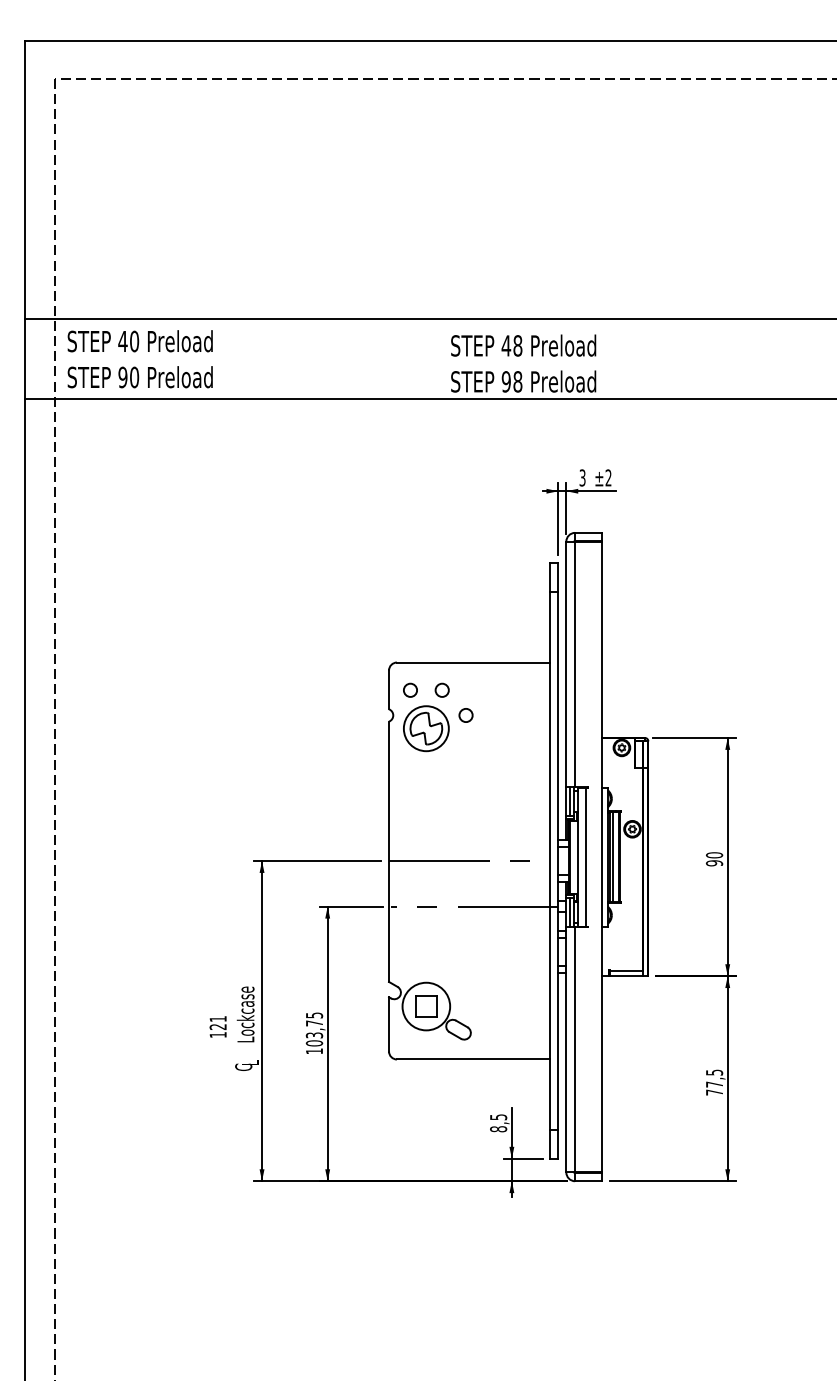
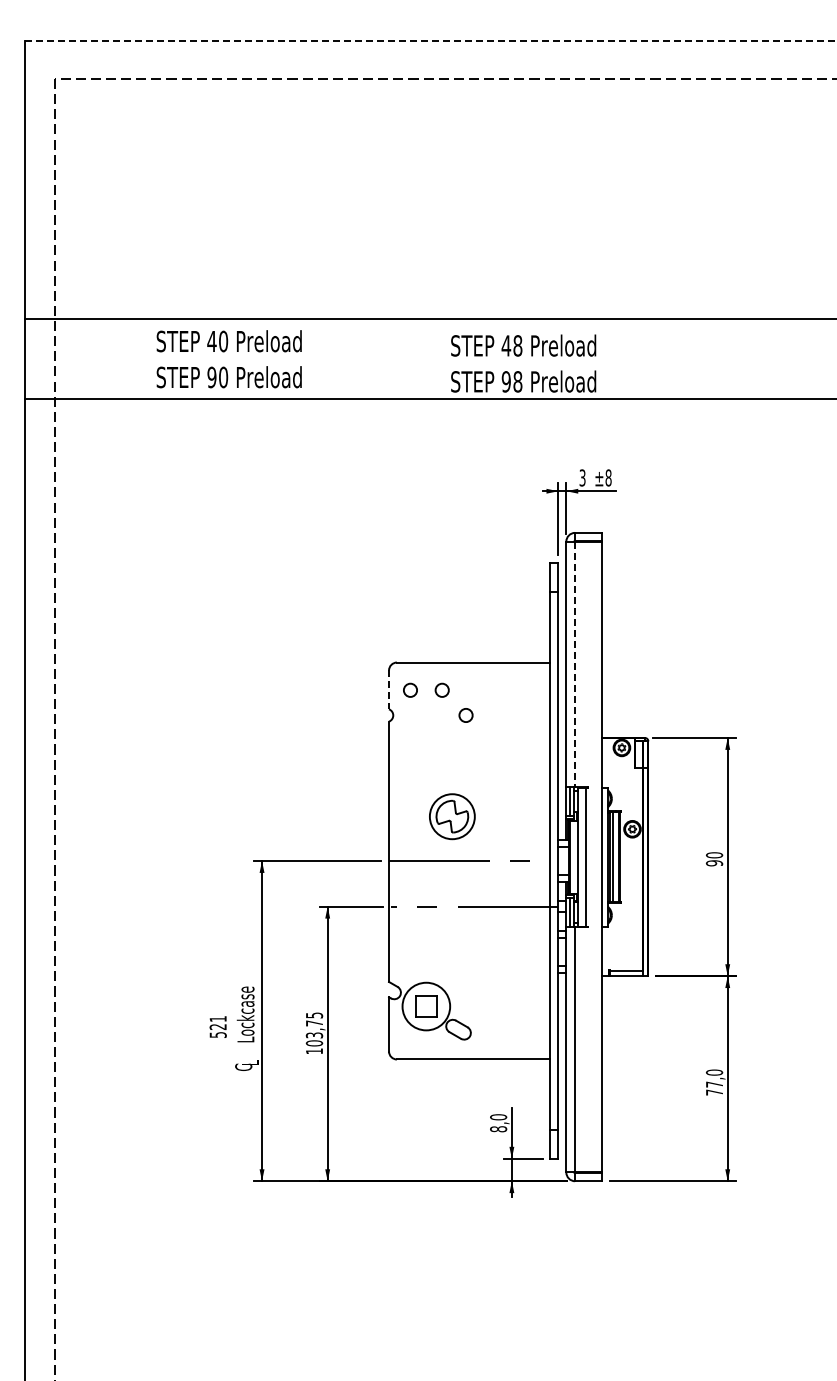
line at (430, 41): solid -> dashed
text at (139, 359) position: (139, 359) -> (228, 359)
text at (608, 477): ±2 -> ±8
line at (575, 664): solid -> dashed
line at (389, 690): solid -> dashed
part at (426, 728) position: (426, 728) -> (452, 816)
text at (217, 1034): 121 -> 521
text at (714, 1072): 77,5 -> 77,0
text at (498, 1117): 8,5 -> 8,0
